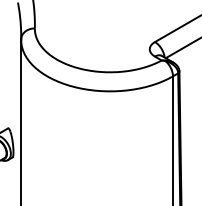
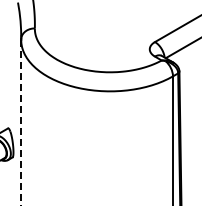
line at (21, 122): solid -> dashed
